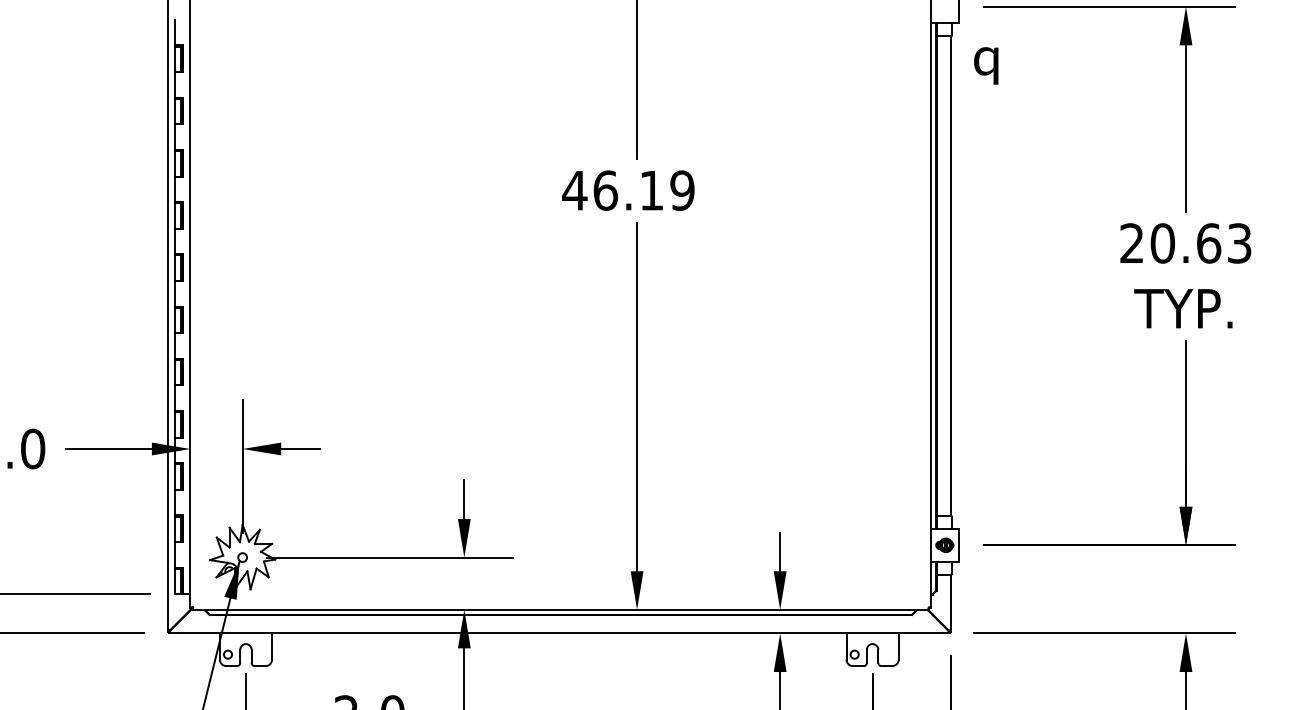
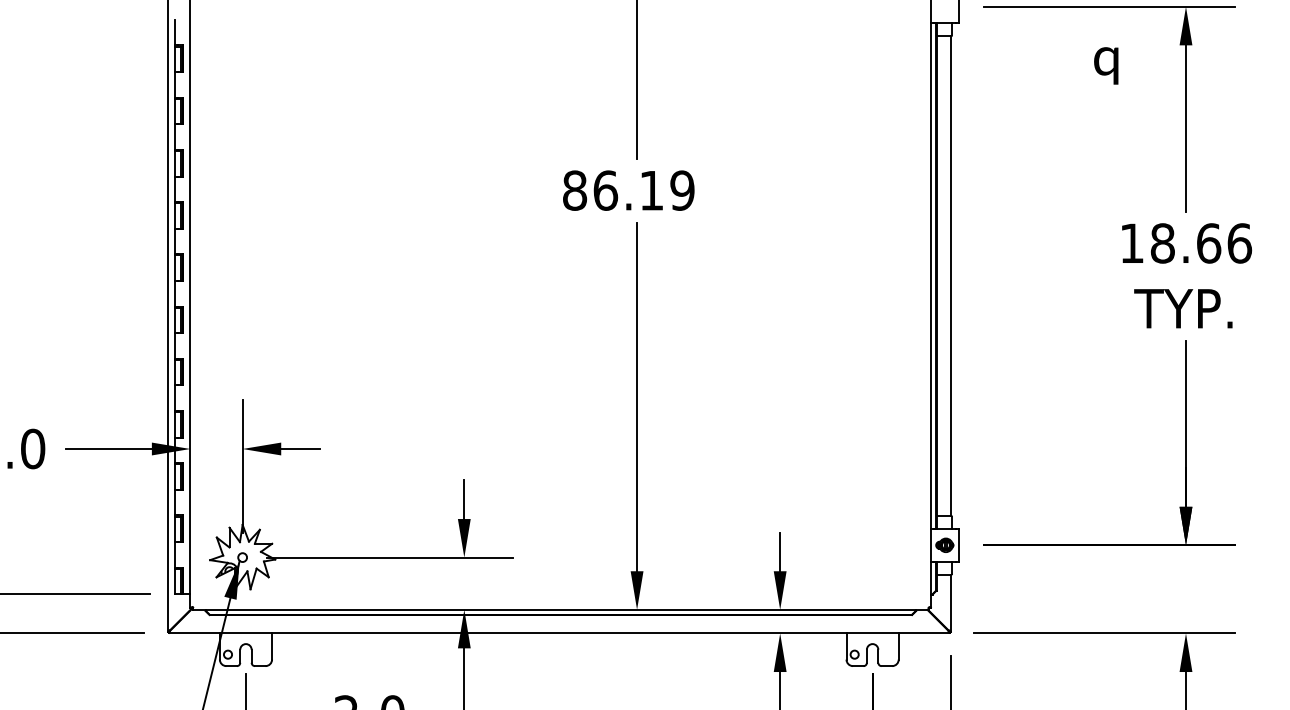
text at (986, 65) position: (986, 65) -> (1106, 65)
text at (574, 190): 46.19 -> 86.19
text at (1186, 243): 20.63 -> 18.66
